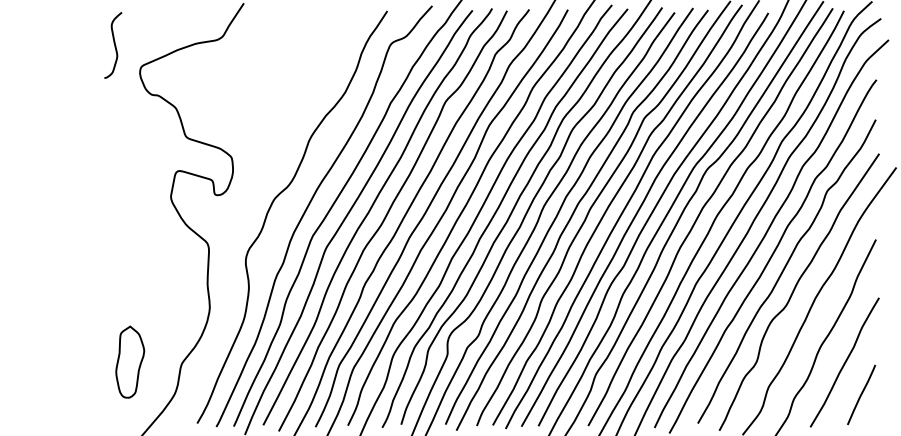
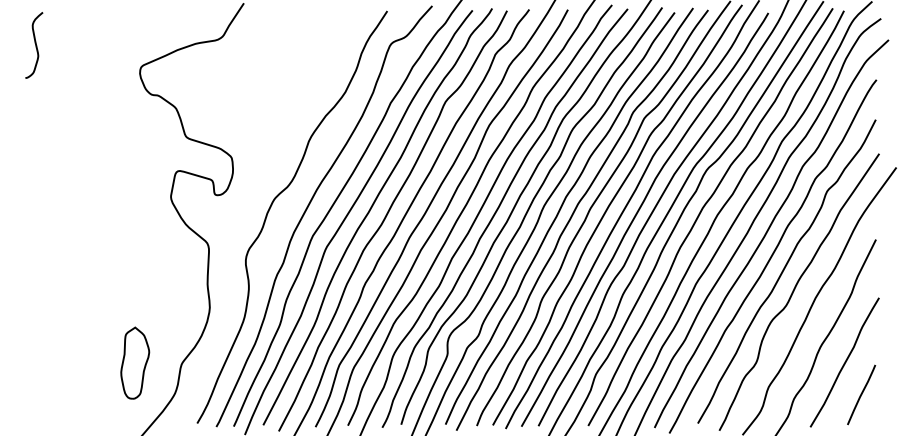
curve at (114, 45) position: (114, 45) -> (35, 45)
part at (130, 361) position: (130, 361) -> (135, 362)
